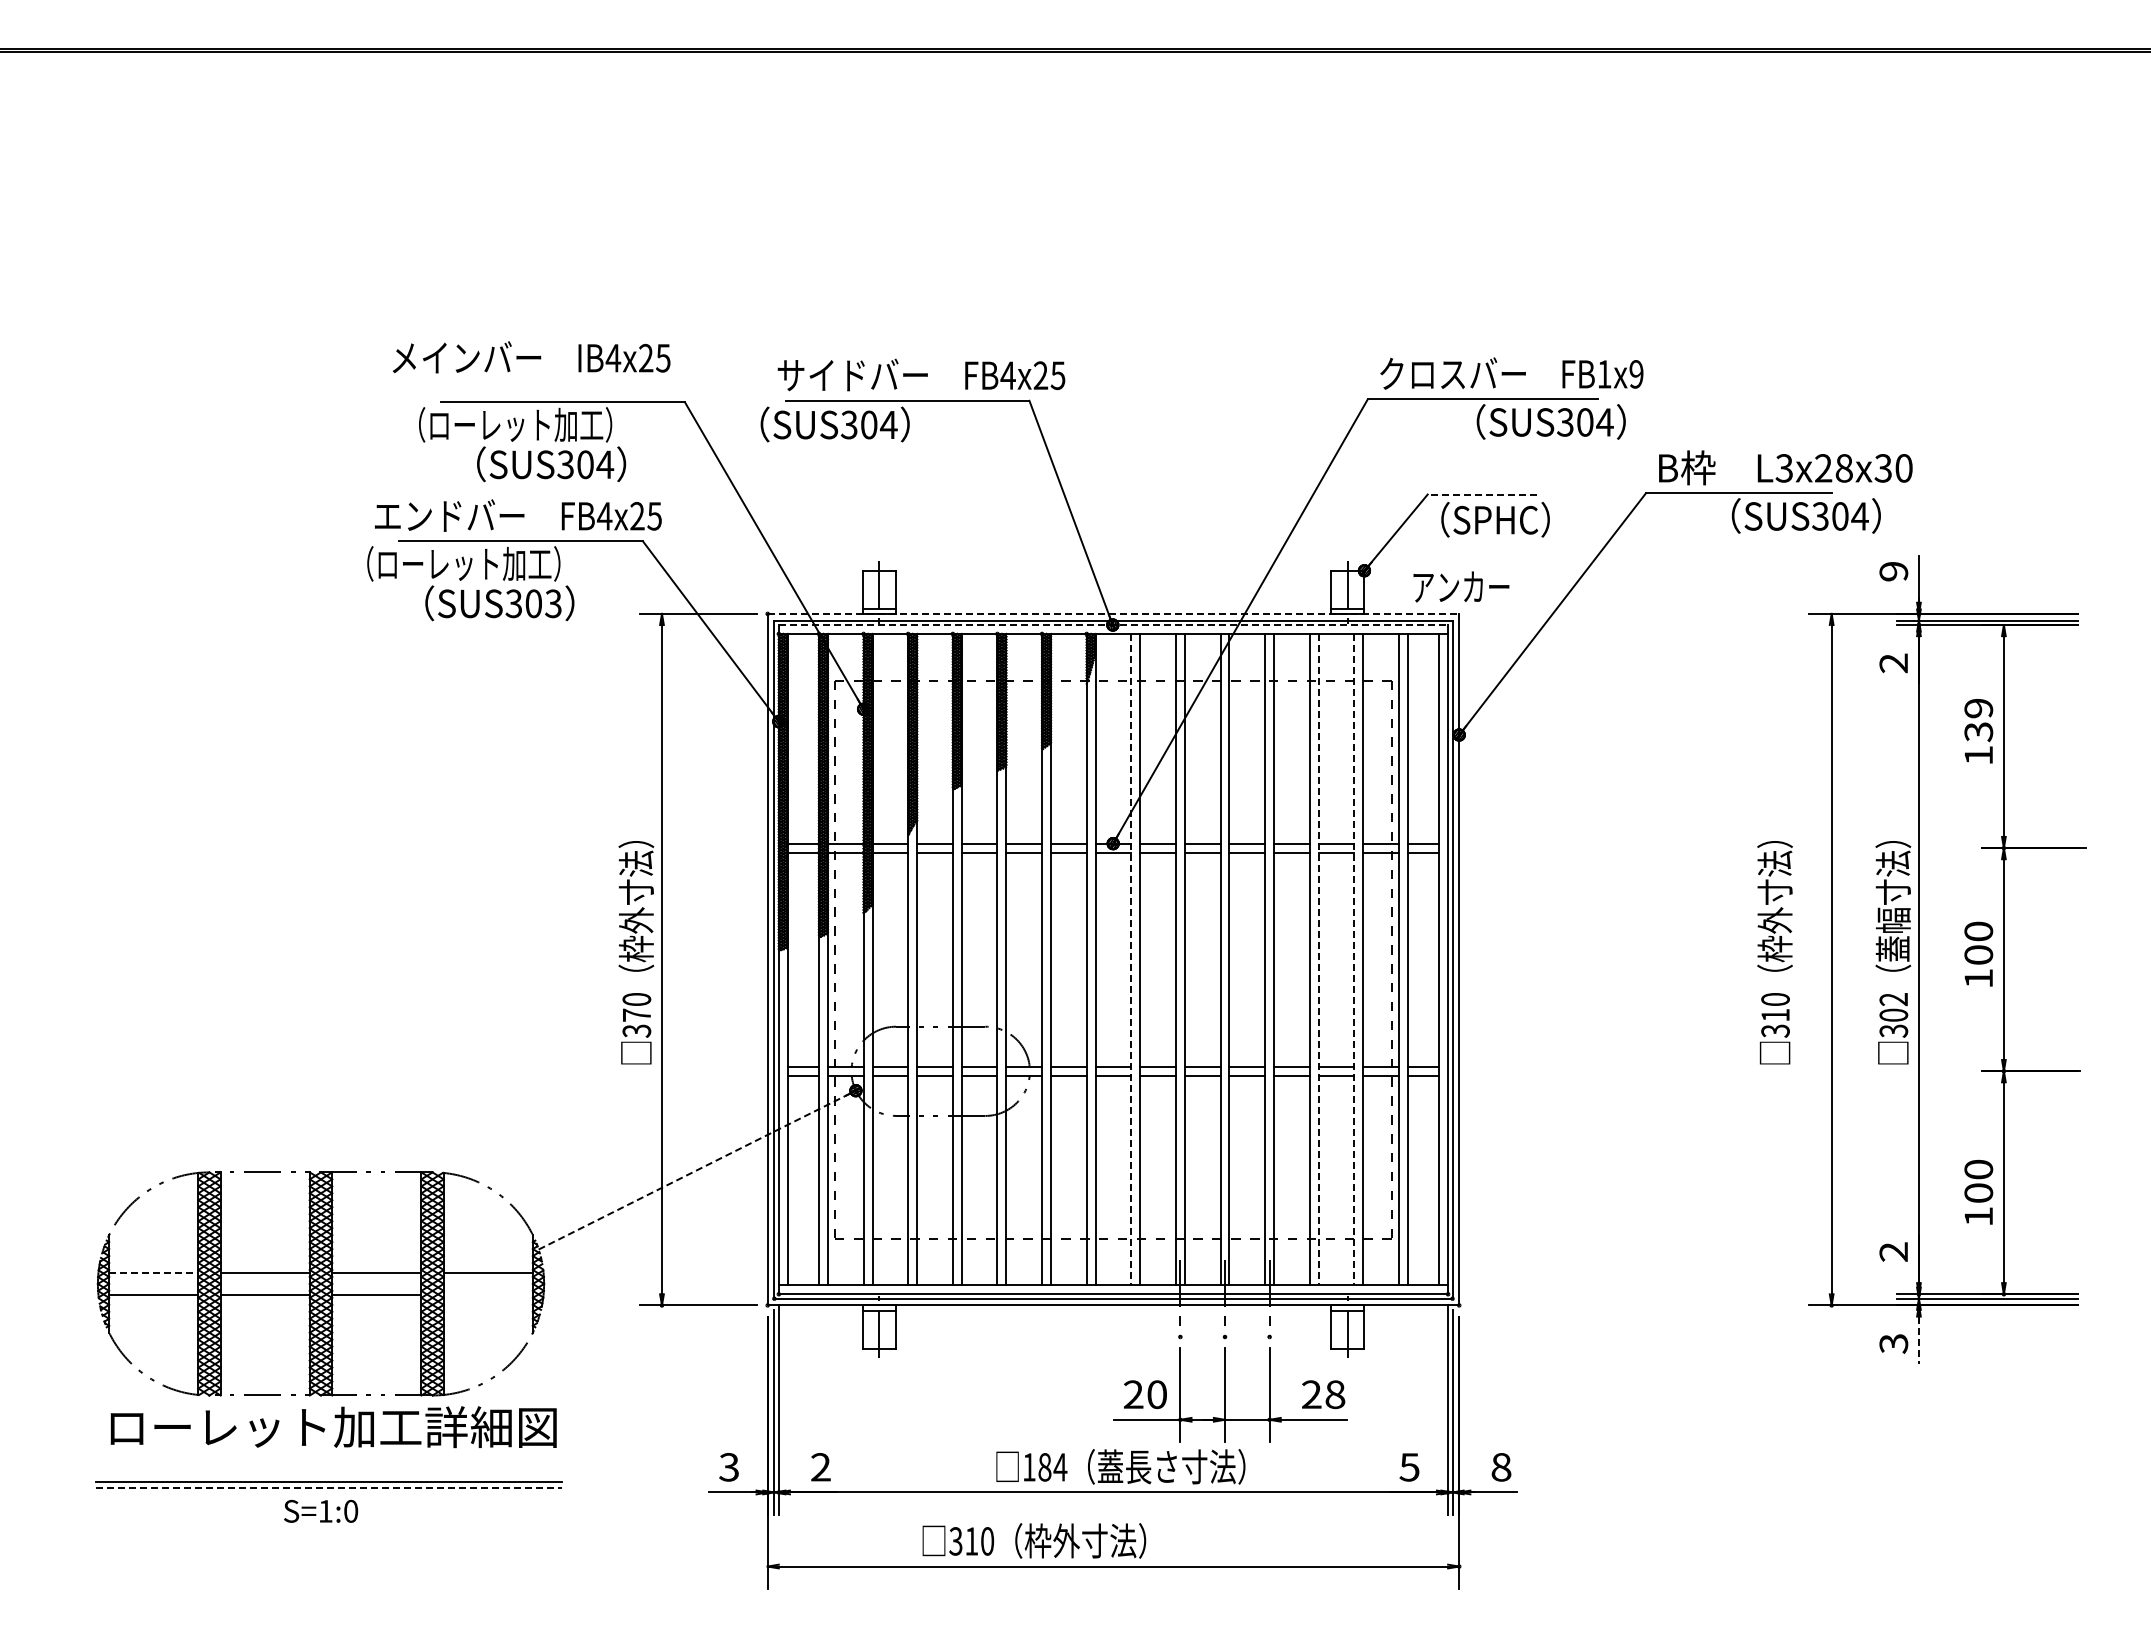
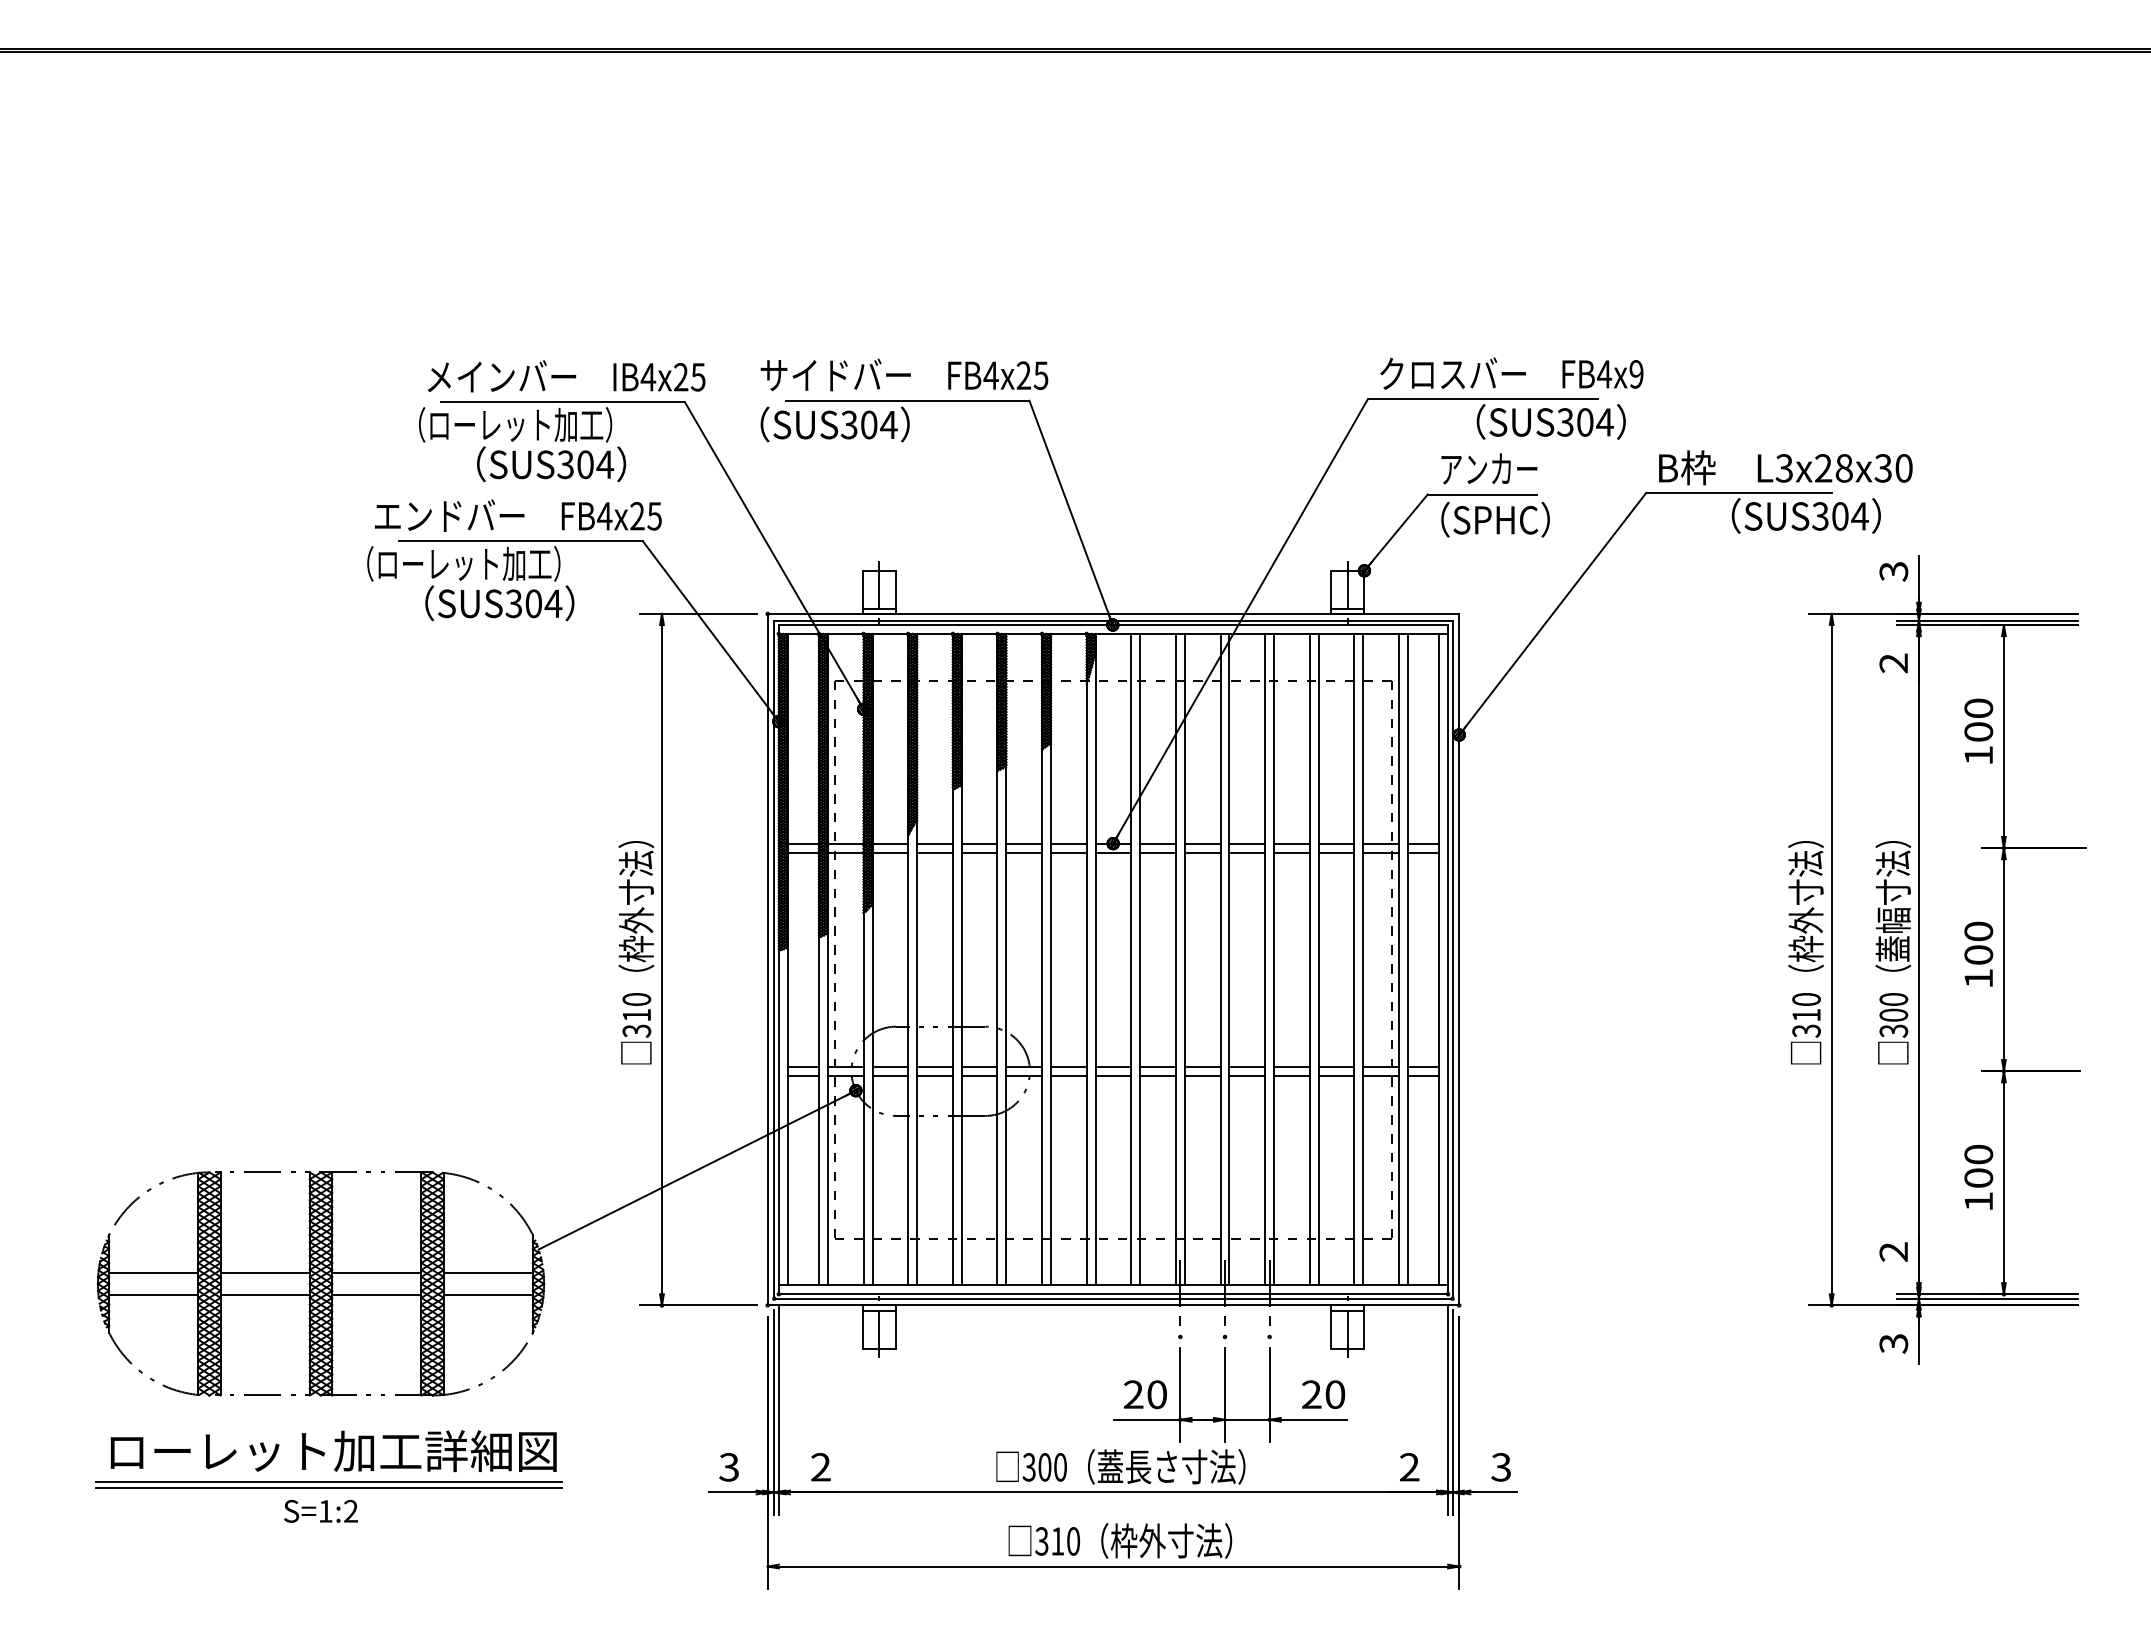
text at (531, 357) position: (531, 357) -> (566, 376)
text at (921, 374) position: (921, 374) -> (904, 374)
text at (1604, 374): FB1x9 -> FB4x9
line at (1482, 494): dashed -> solid
text at (1893, 571): 9 -> 3
text at (1461, 586) position: (1461, 586) -> (1489, 468)
text at (553, 603): SUS303 -> SUS304
line at (1113, 613): dashed -> solid
line at (1113, 625): dashed -> solid
text at (1978, 720): 139 -> 100
text at (1774, 952) position: (1774, 952) -> (1805, 952)
line at (1131, 959): dashed -> solid
line at (1318, 959): dashed -> solid
line at (1354, 959): dashed -> solid
text at (1893, 999): 302 -> 300
text at (636, 1014): 370 -> 310
line at (696, 1170): dashed -> solid
text at (1978, 1192) position: (1978, 1192) -> (1978, 1177)
line at (153, 1272): dashed -> solid
line at (487, 1295): none -> present
line at (1918, 1340): dashed -> solid
text at (1335, 1394): 28 -> 20
text at (333, 1427) position: (333, 1427) -> (333, 1451)
text at (1044, 1467): 184 -> 300
text at (1409, 1467): 5 -> 2
text at (1501, 1467): 8 -> 3
line at (329, 1487): dashed -> solid
text at (351, 1511): S=1:0 -> S=1:2
text at (1034, 1540) position: (1034, 1540) -> (1120, 1540)
